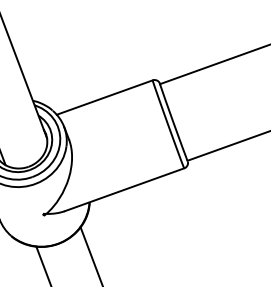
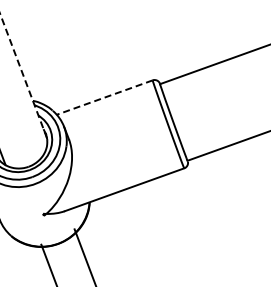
line at (23, 75): solid -> dashed
line at (104, 97): solid -> dashed
line at (90, 255) position: (90, 255) -> (84, 256)
line at (43, 264) position: (43, 264) -> (48, 263)
